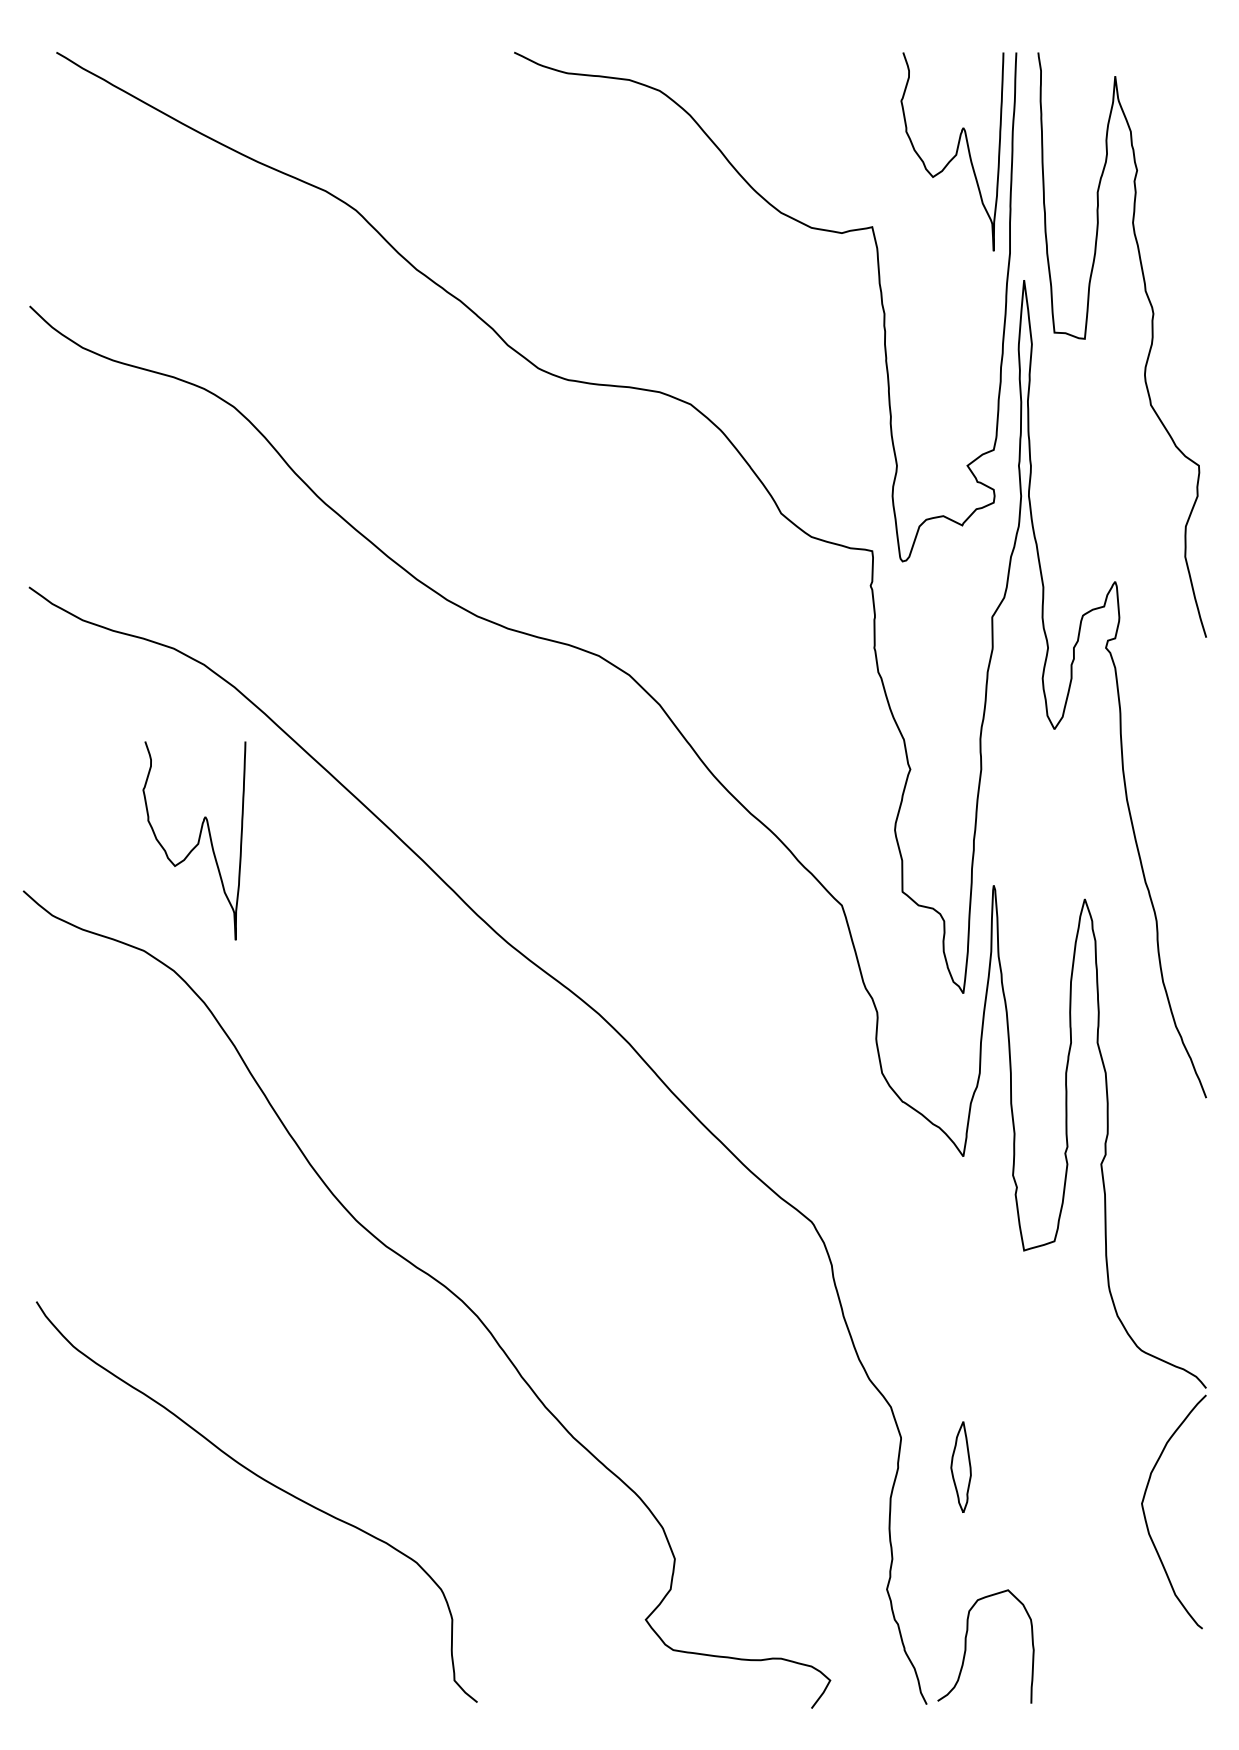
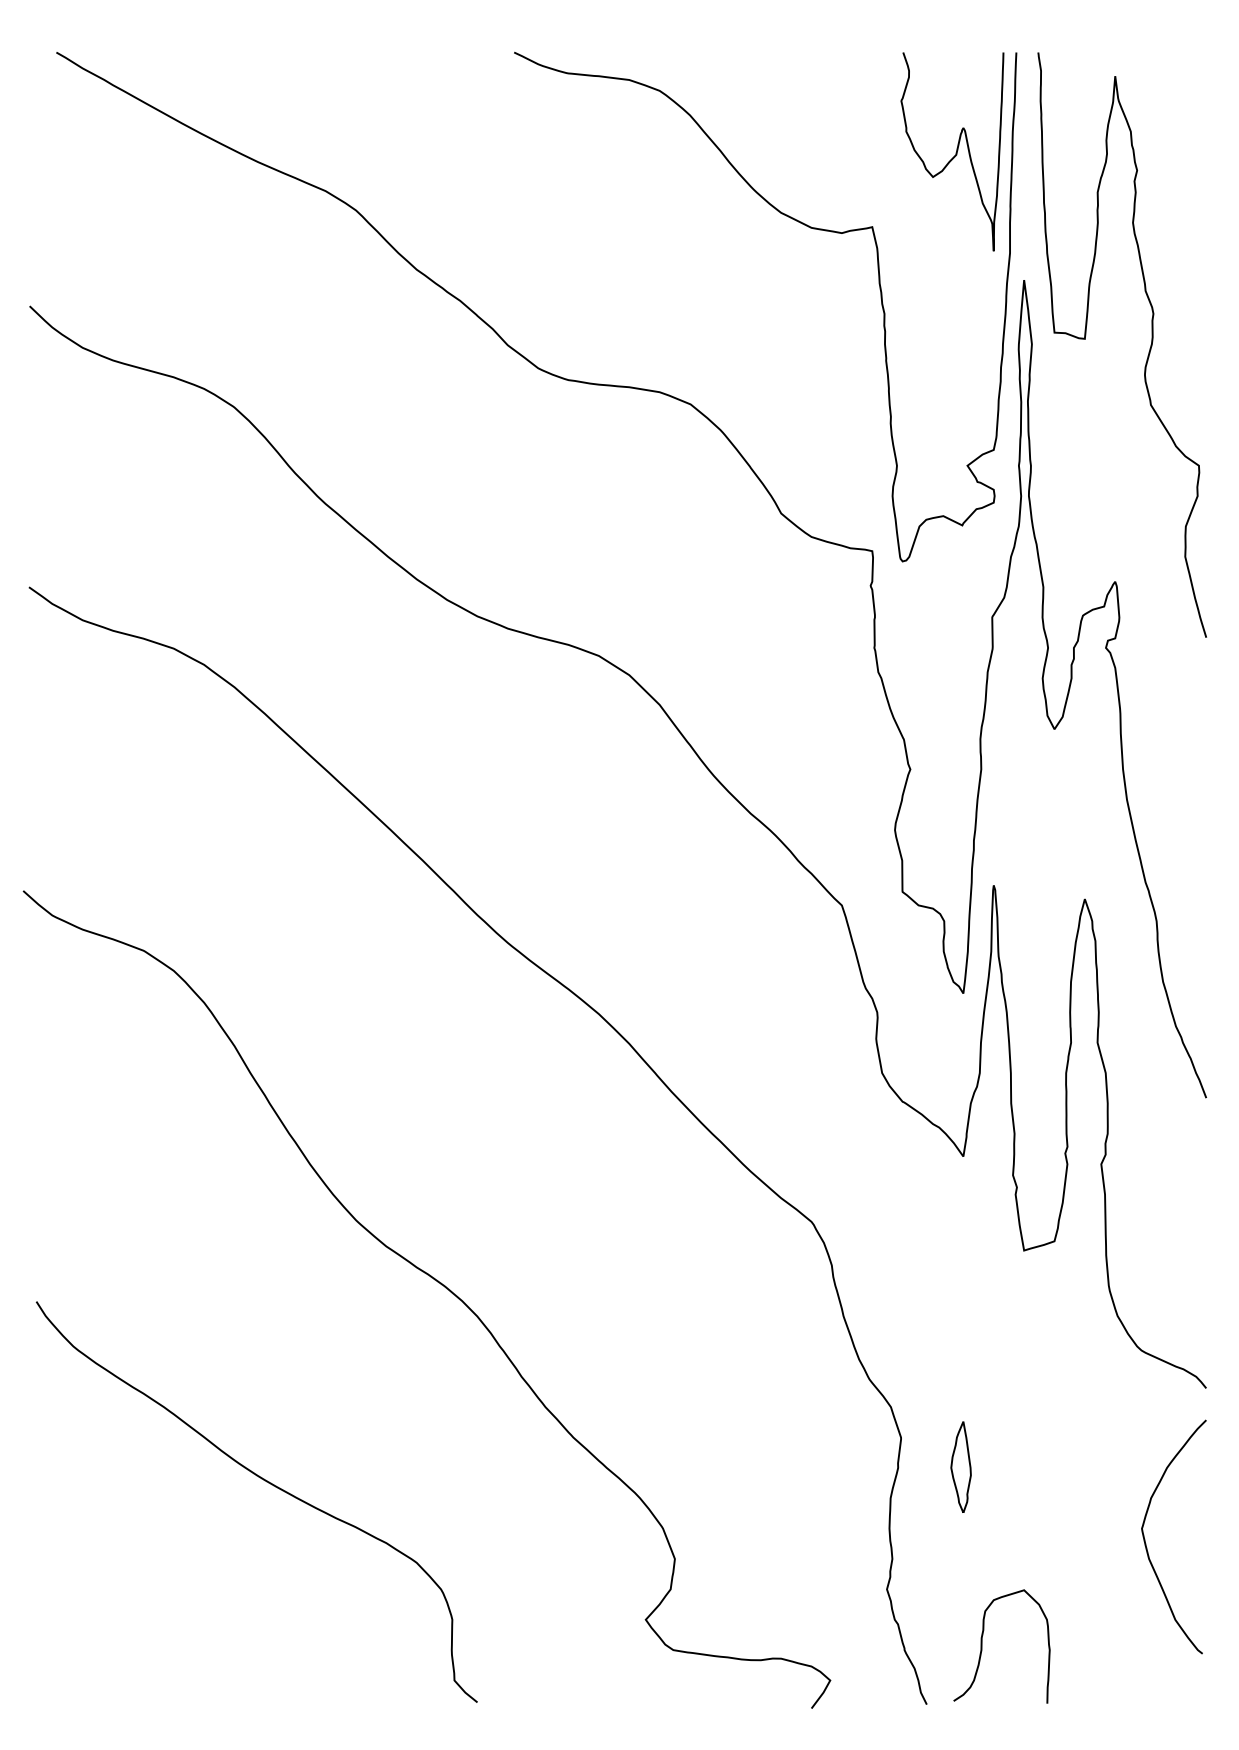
curve at (197, 841): present -> none
curve at (1146, 1518) position: (1146, 1518) -> (1146, 1543)
curve at (966, 1646) position: (966, 1646) -> (982, 1646)
